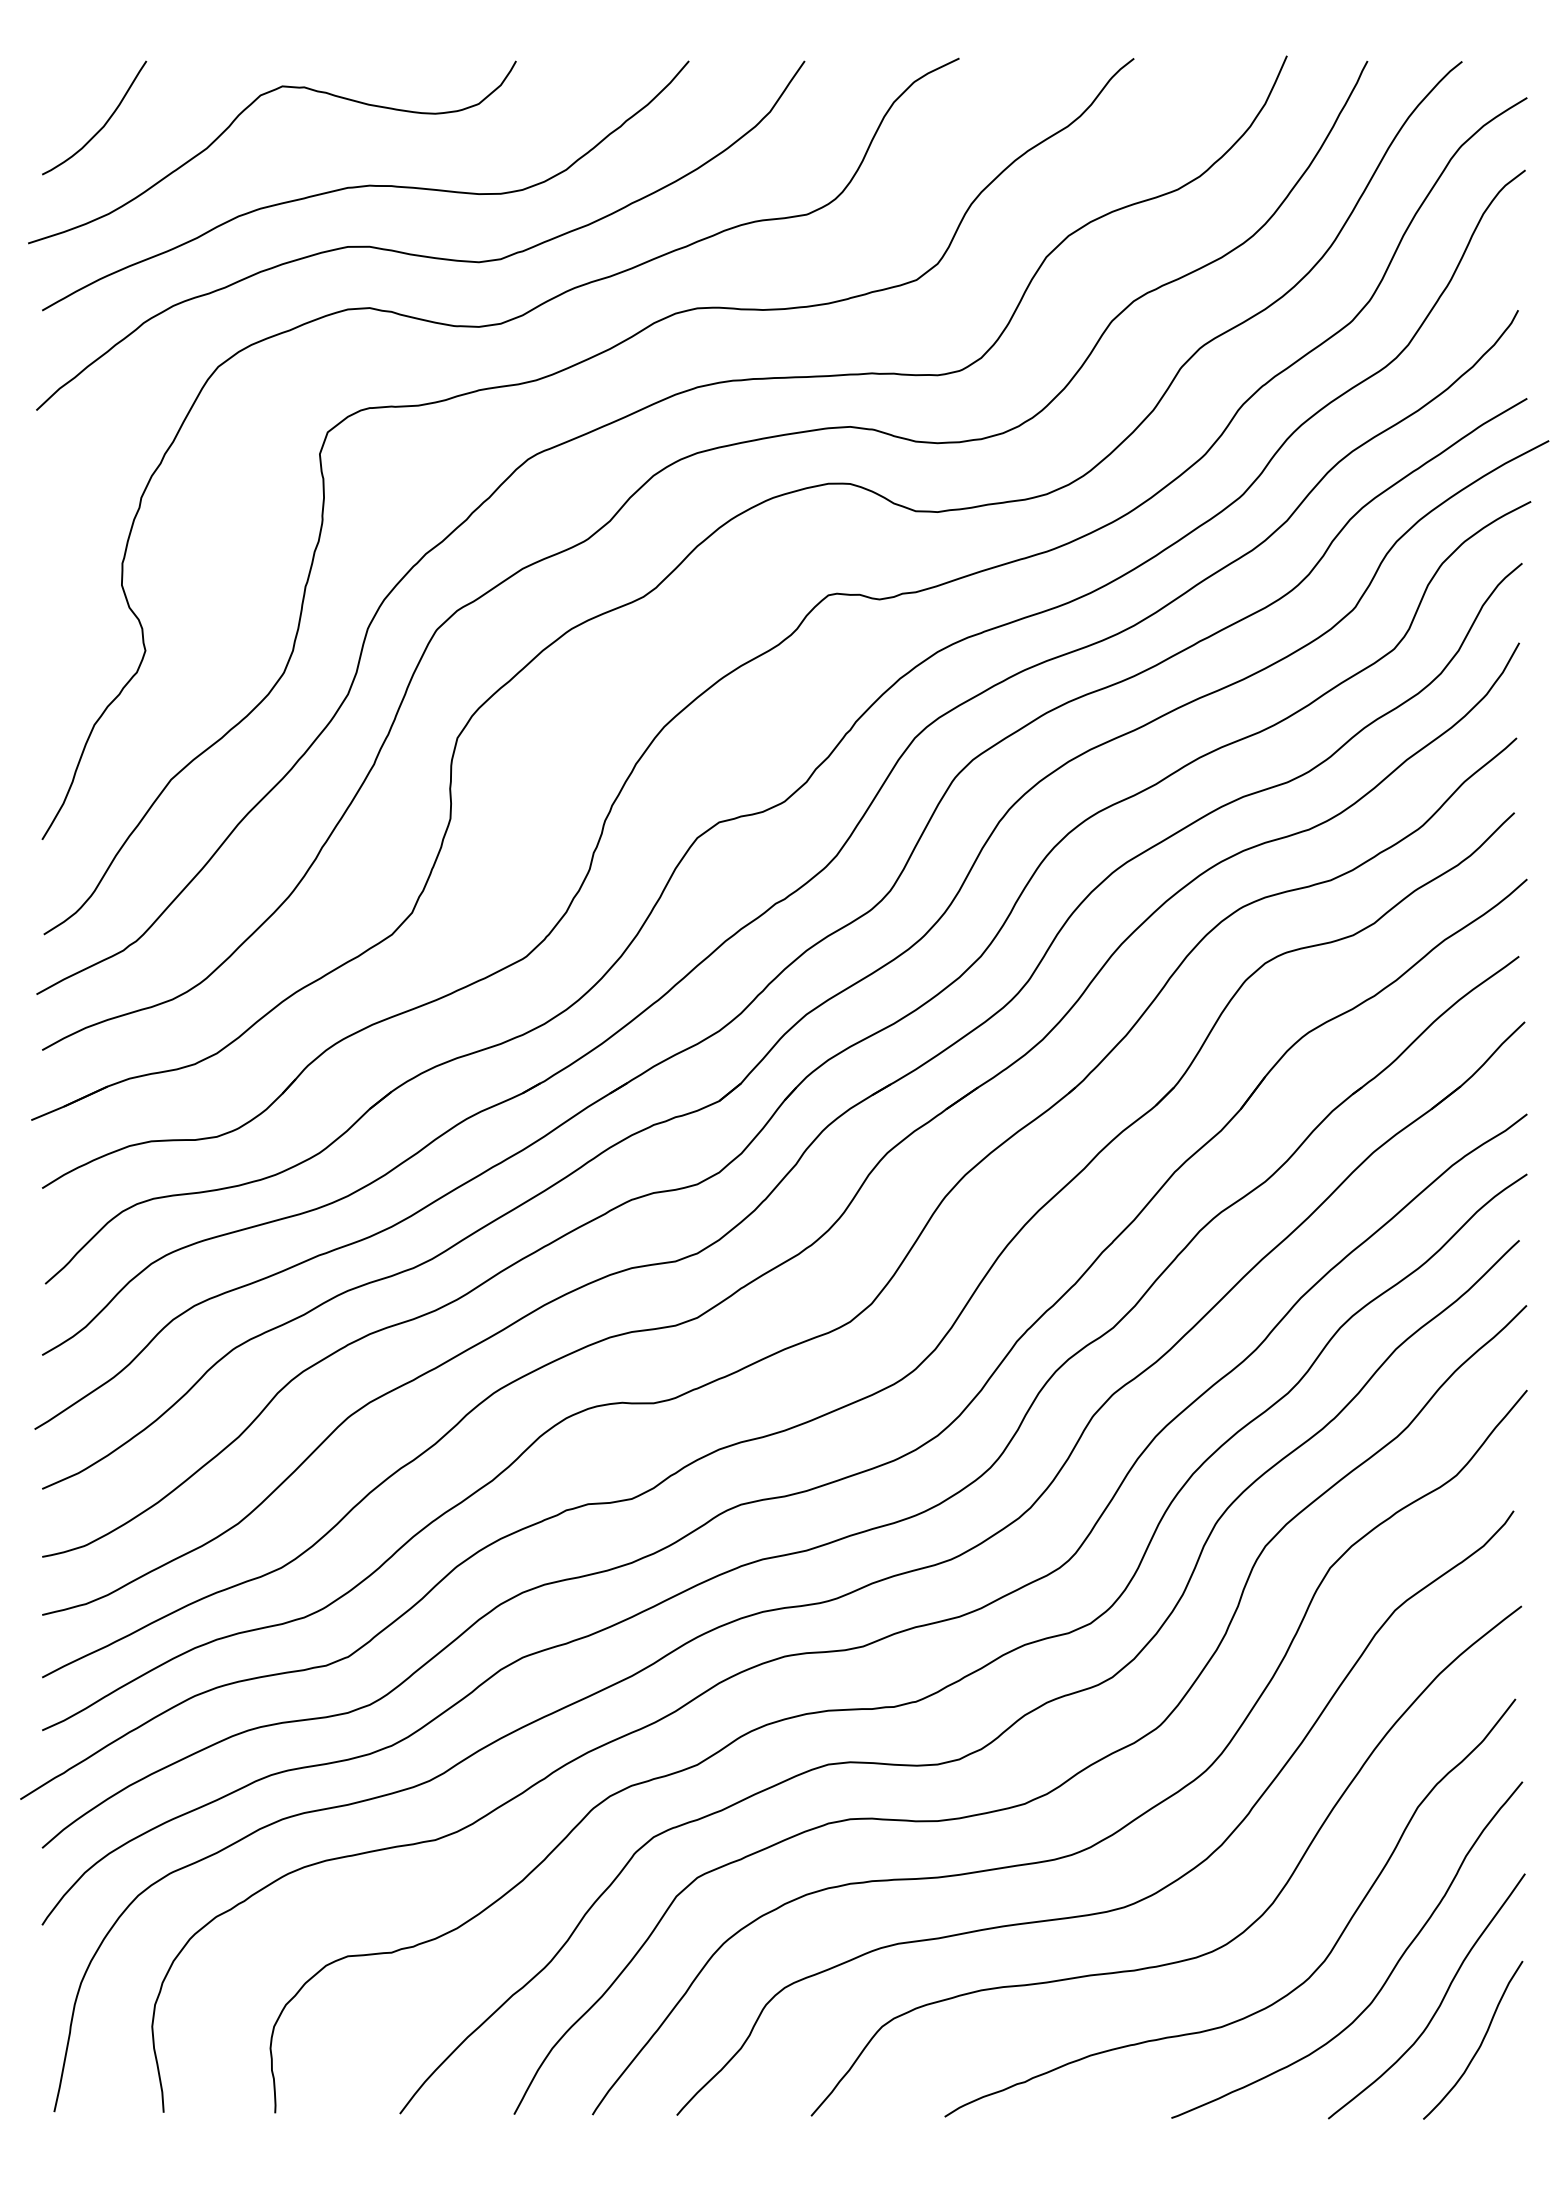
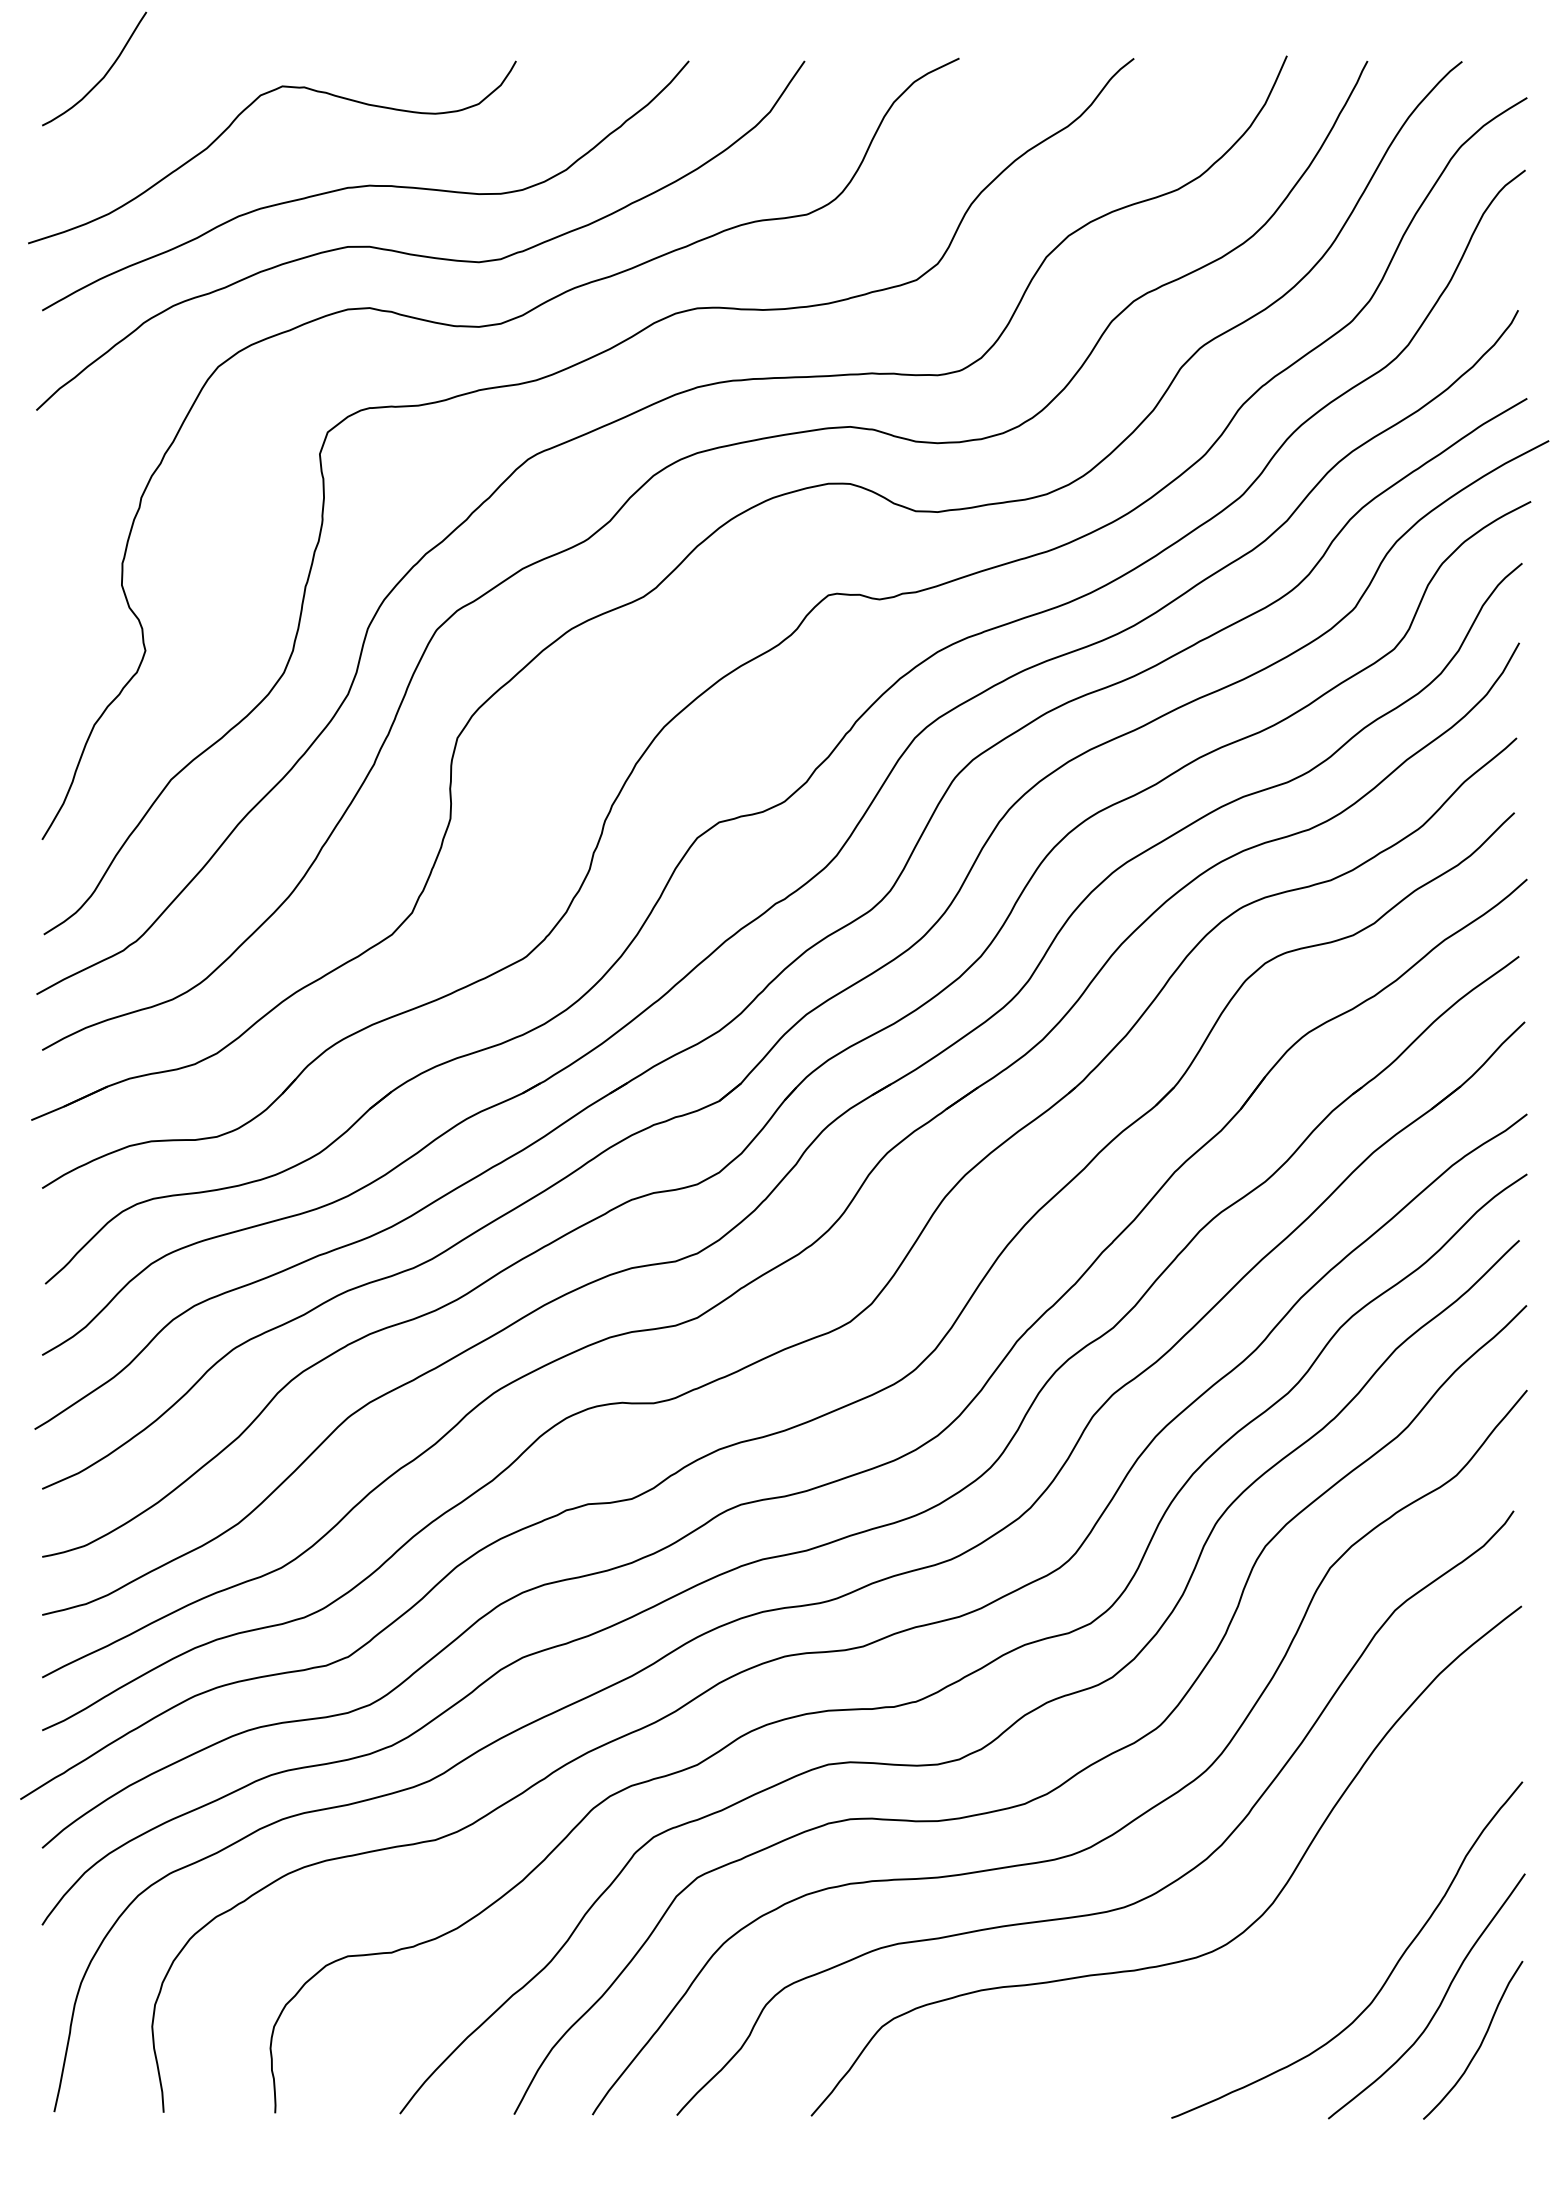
curve at (104, 123) position: (104, 123) -> (104, 74)
curve at (1288, 1992): present -> none
